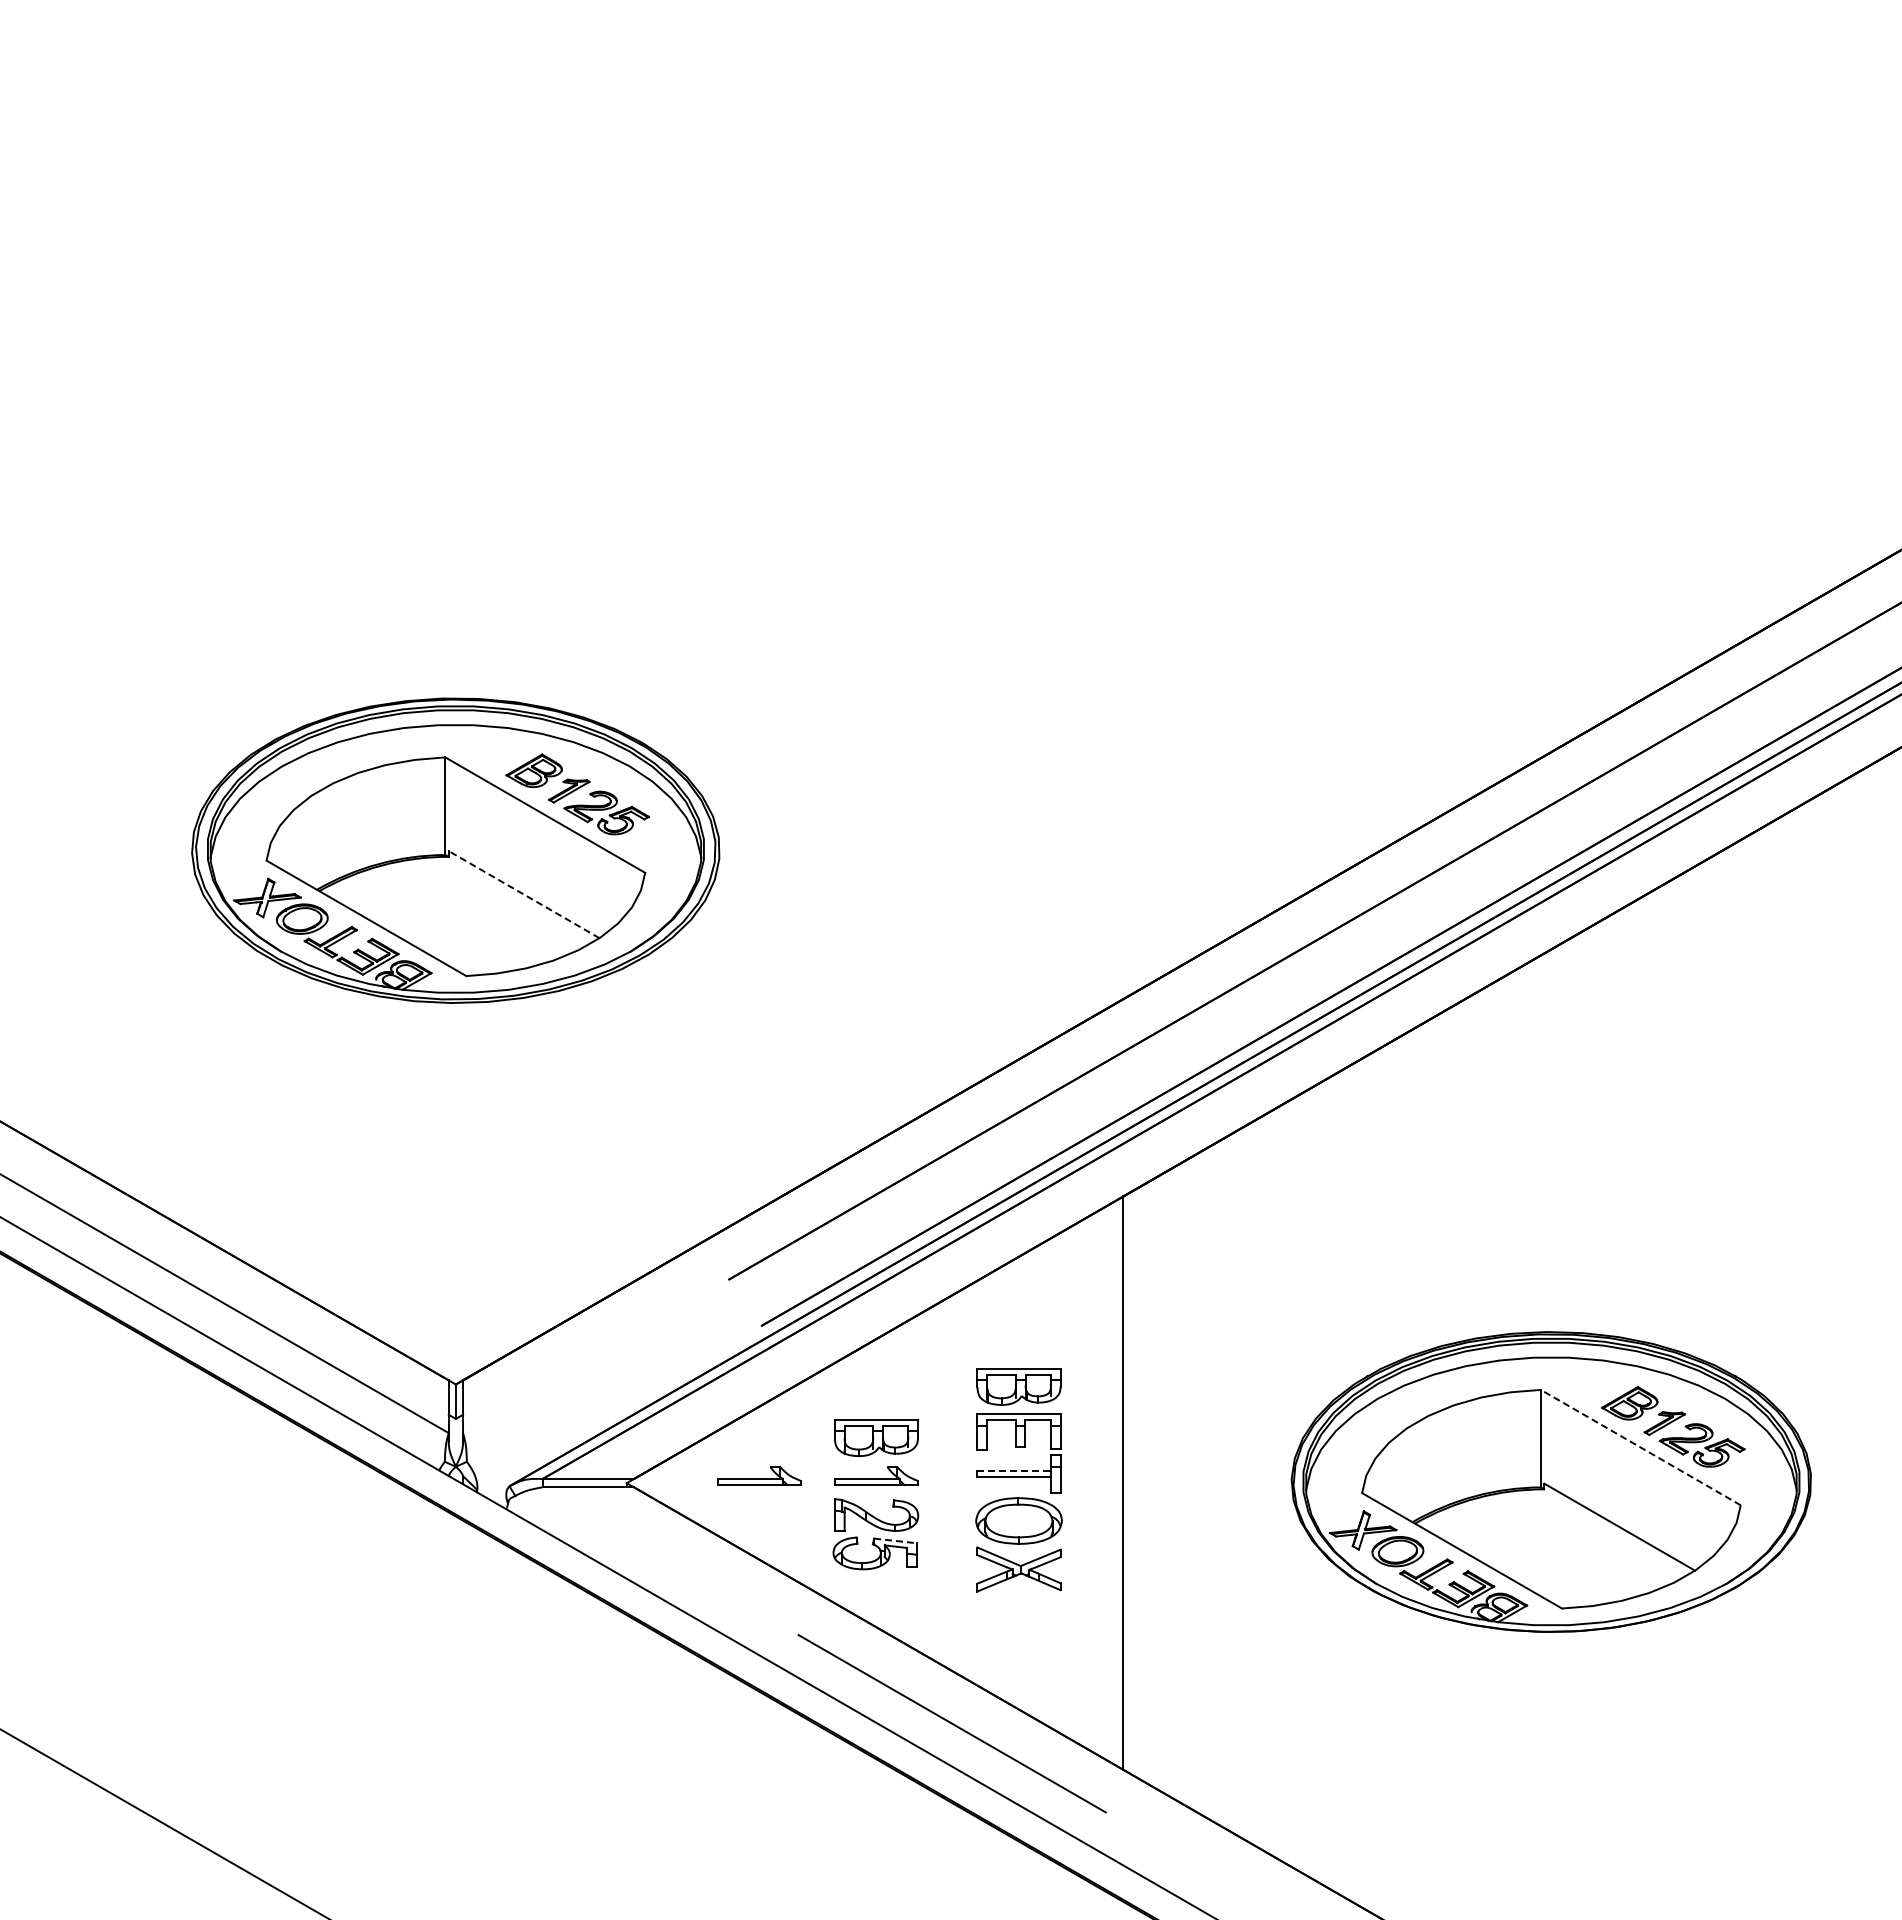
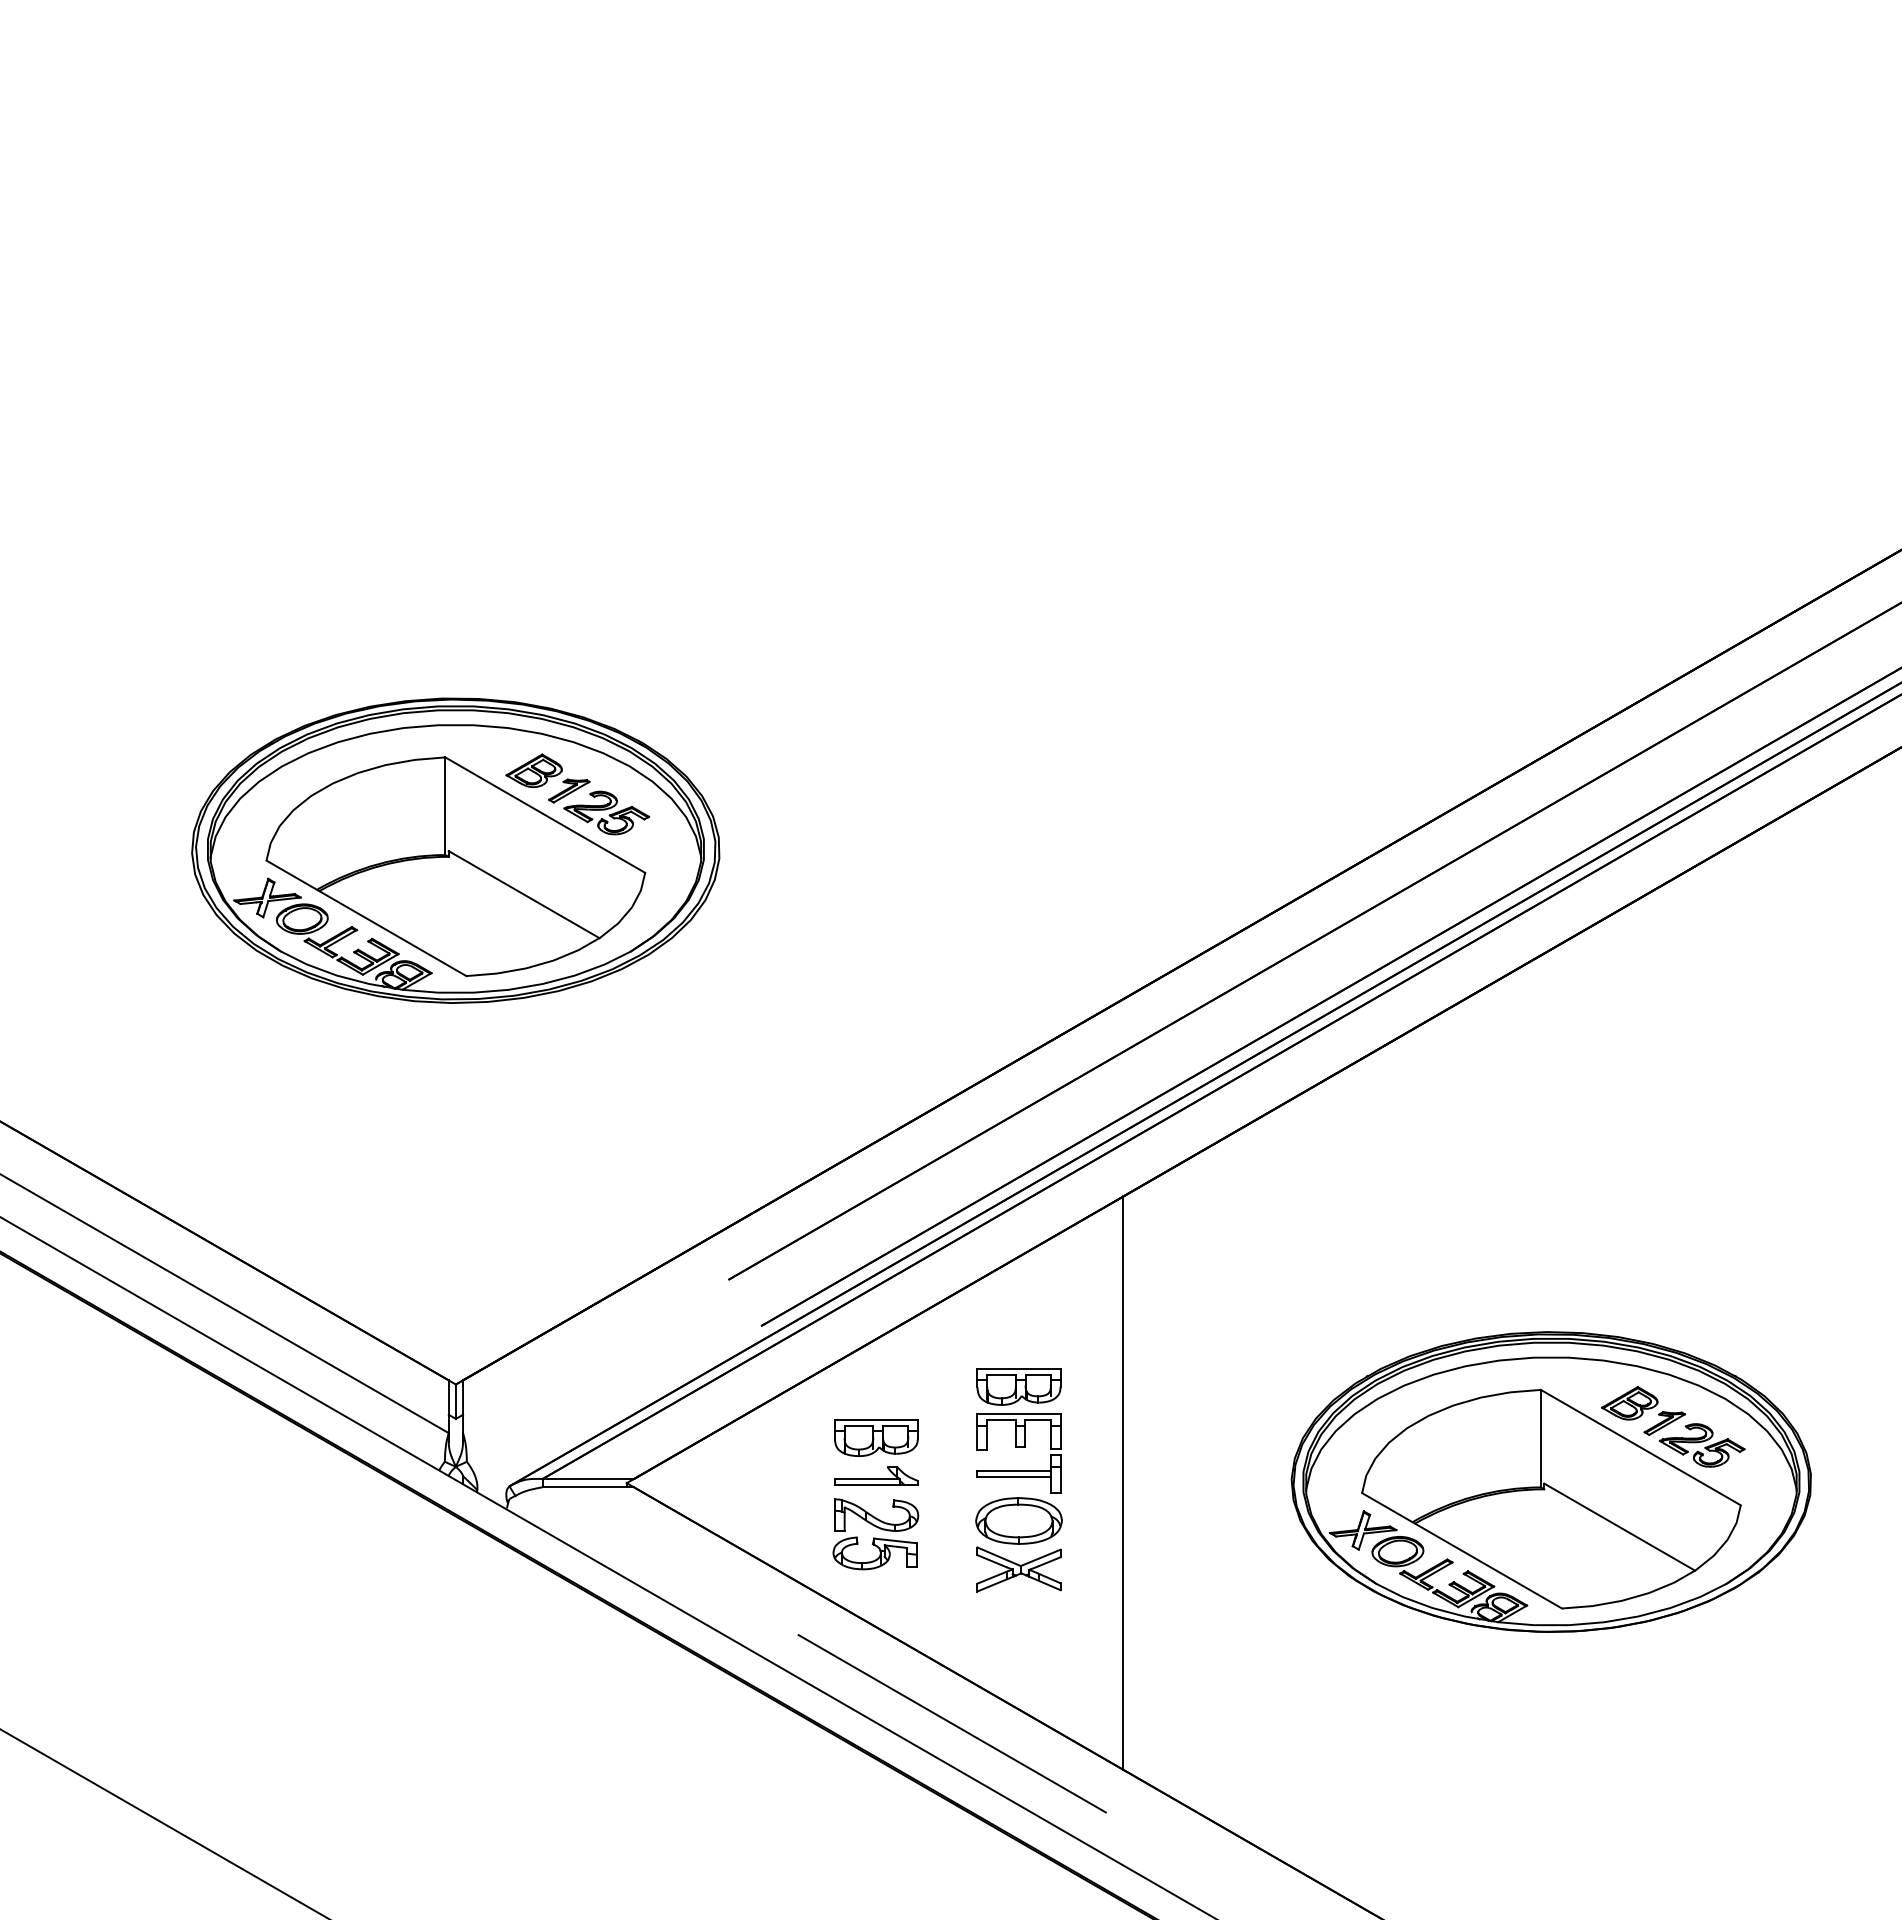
line at (523, 894): dashed -> solid
line at (1640, 1447): dashed -> solid
line at (1014, 1471): dashed -> solid
part at (759, 1475): present -> none
line at (895, 1540): dashed -> solid
